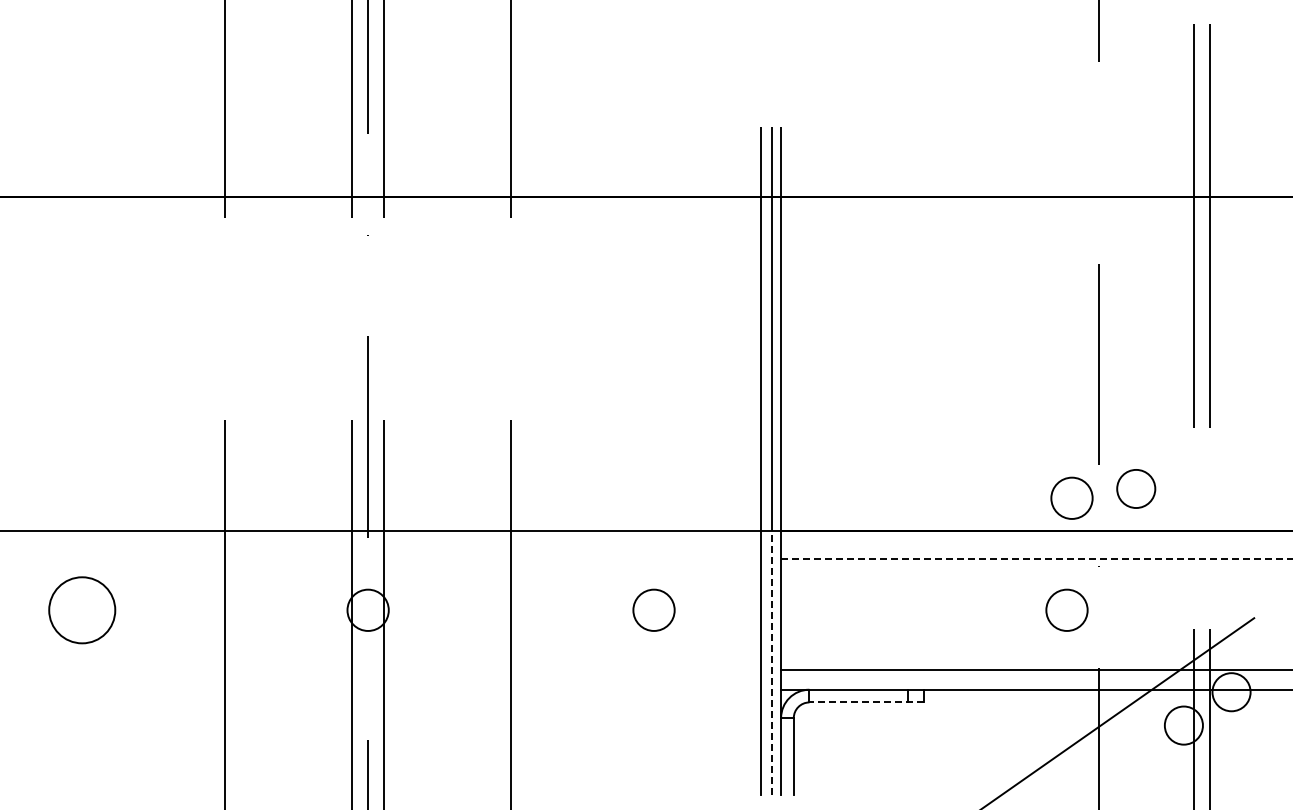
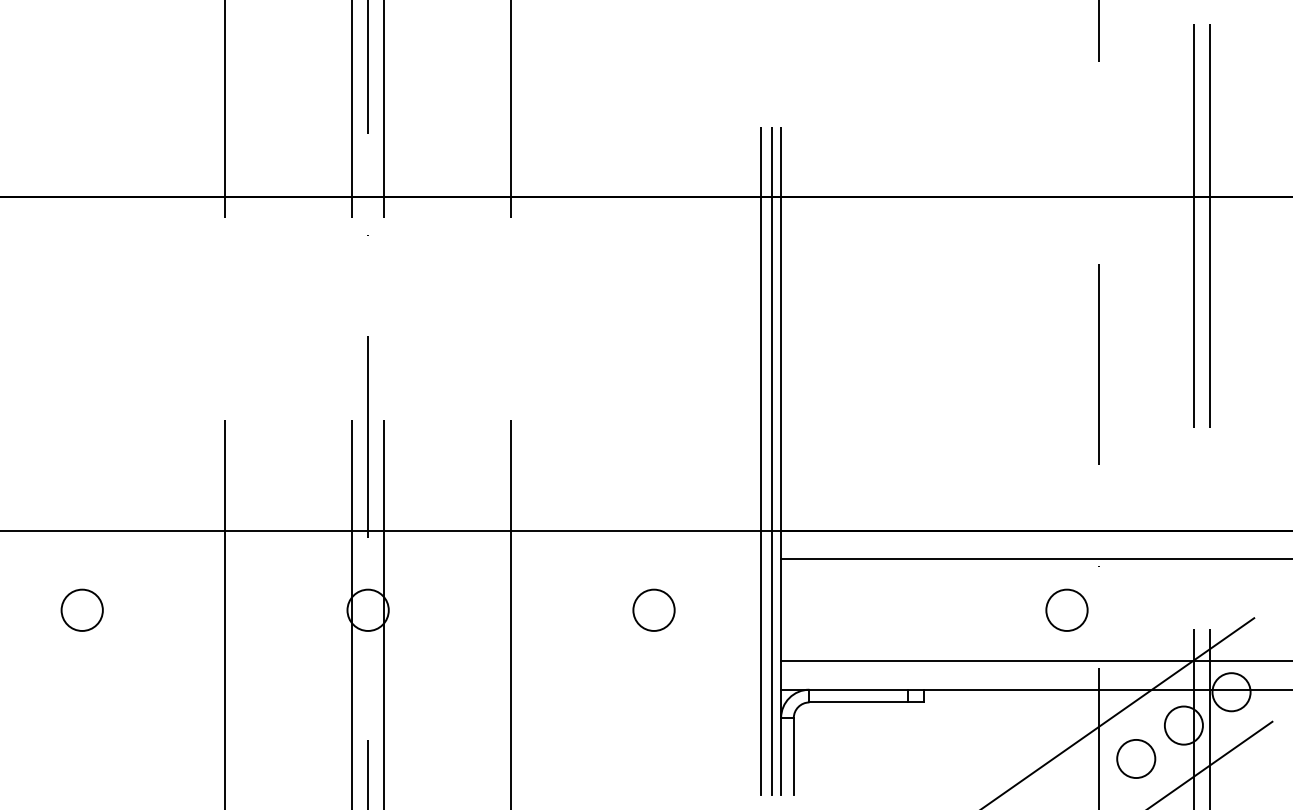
circle at (1136, 488) position: (1136, 488) -> (1136, 758)
circle at (1071, 497): present -> none
line at (1037, 559): dashed -> solid
circle at (82, 610) diameter: 66 px -> 41 px
line at (771, 662): dashed -> solid
line at (1035, 670) position: (1035, 670) -> (1035, 661)
line at (866, 702): dashed -> solid
line at (1211, 763): none -> present
